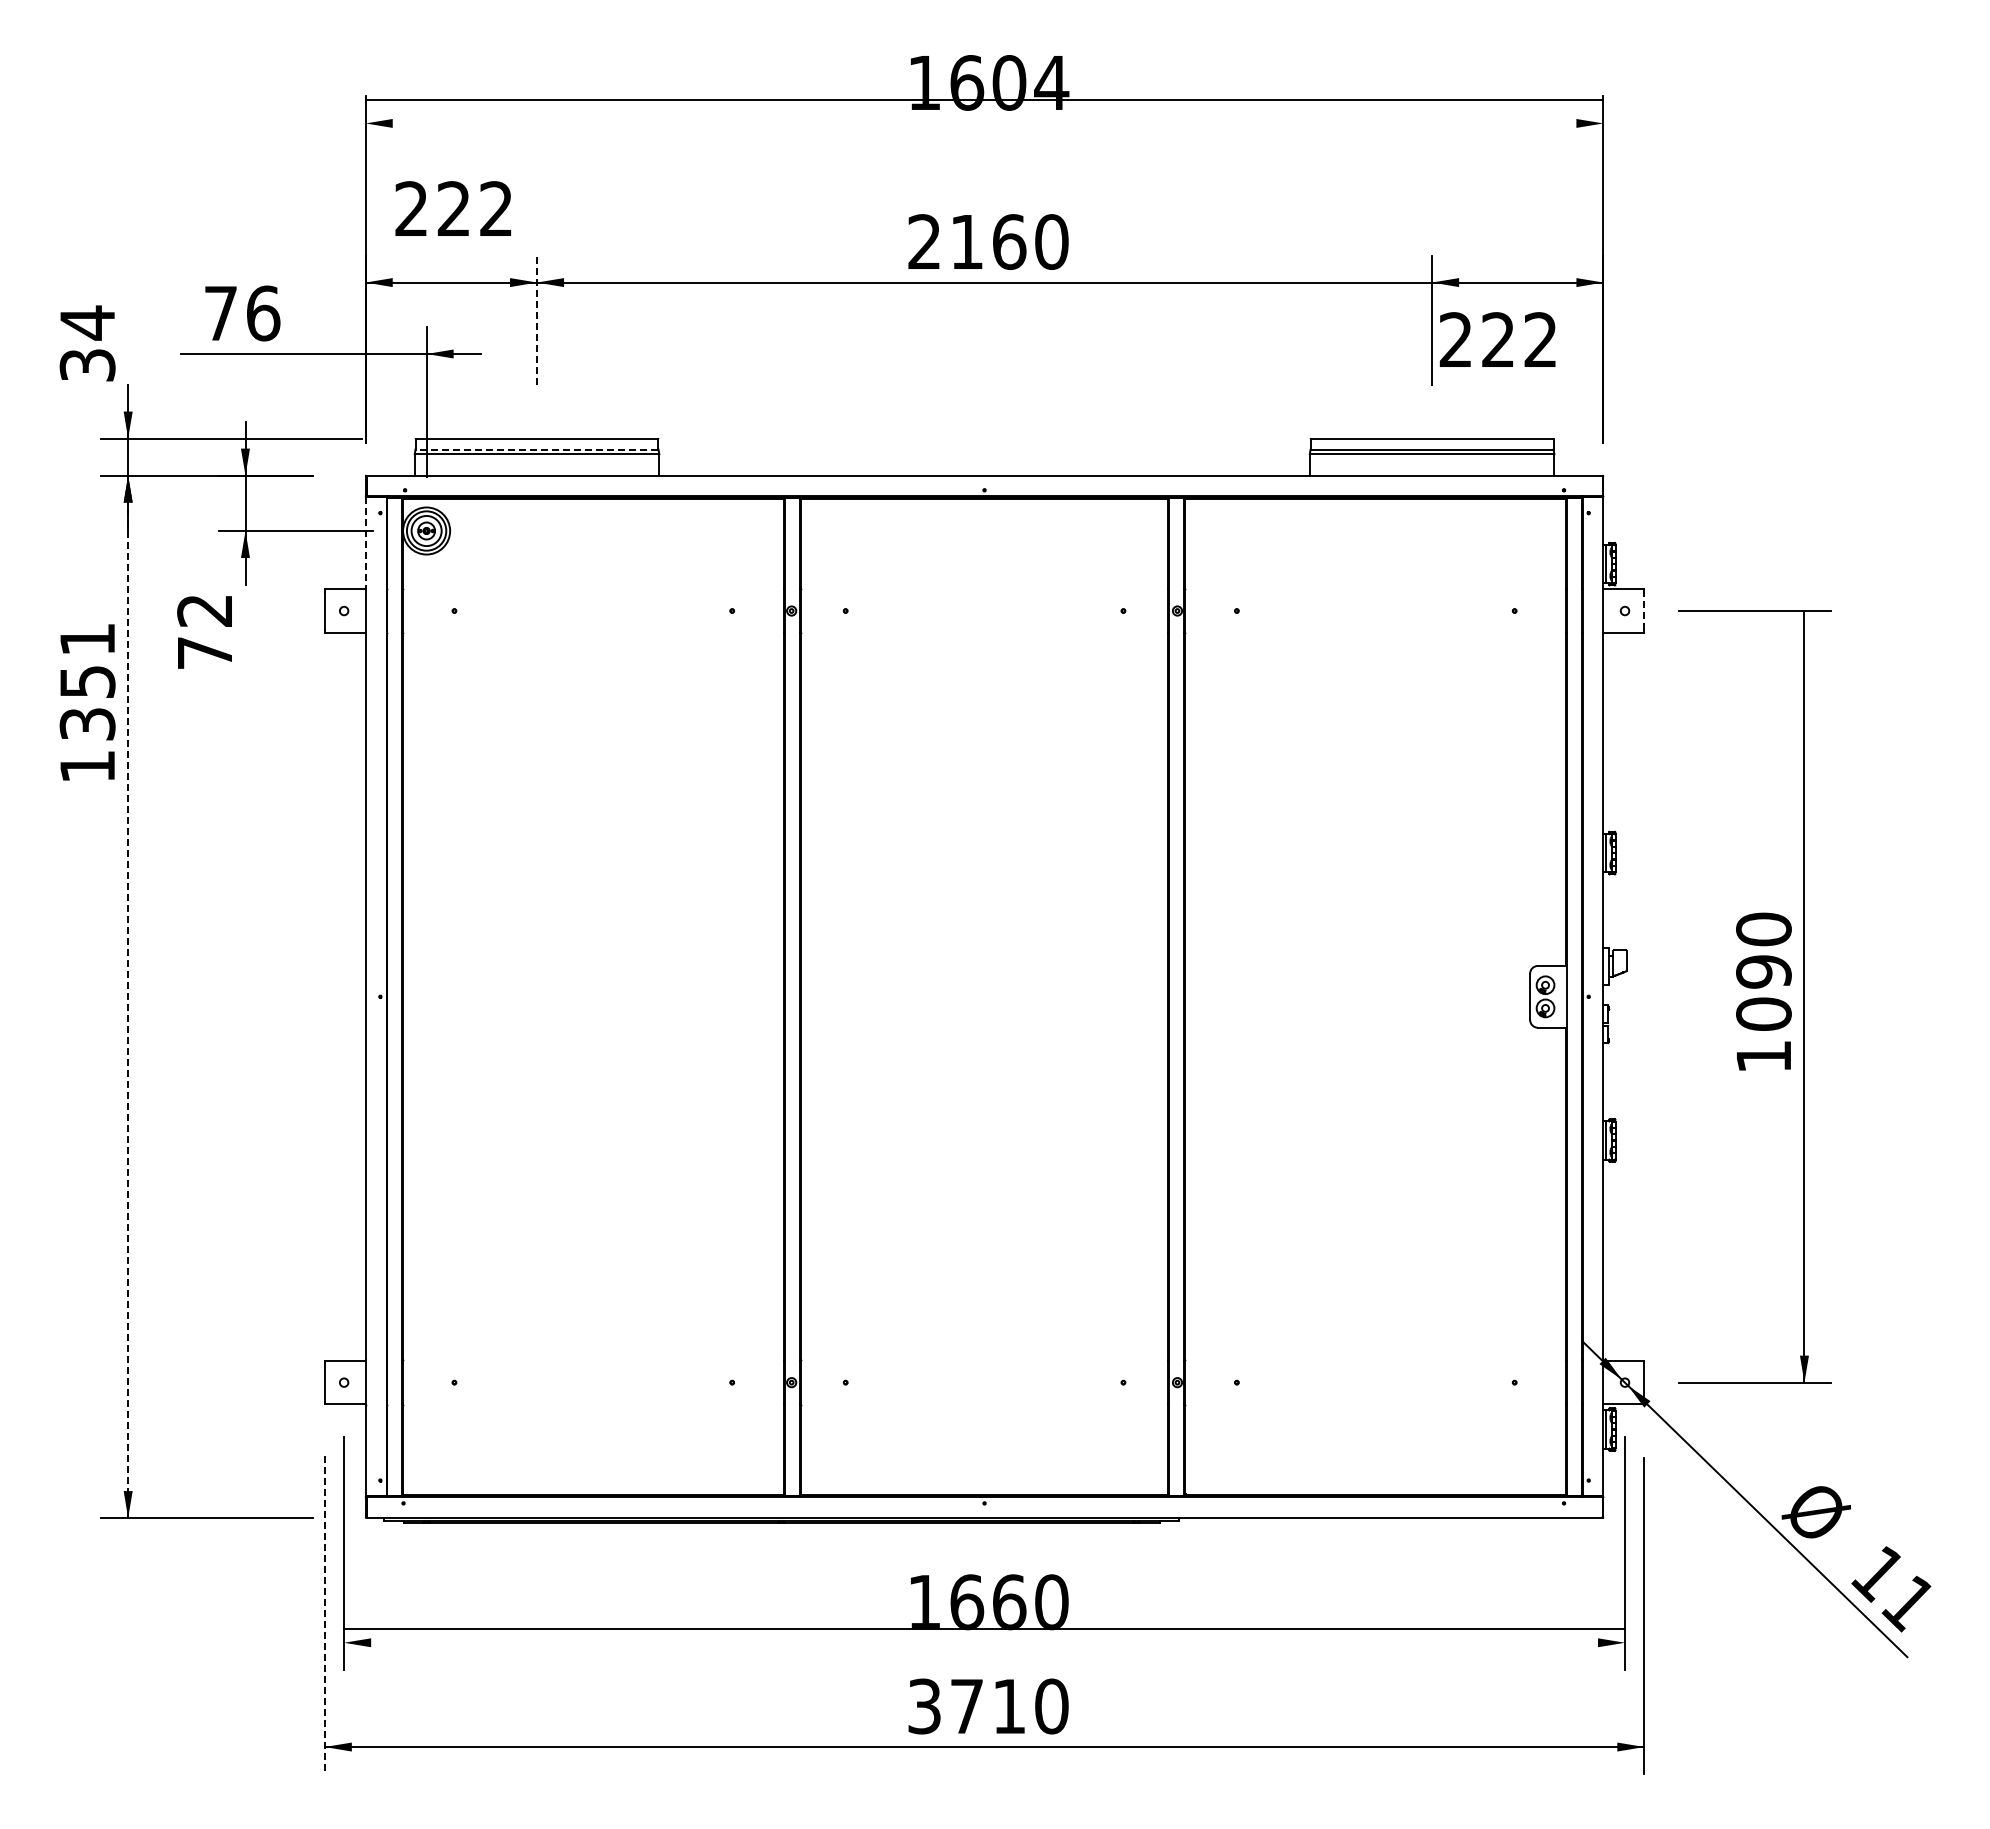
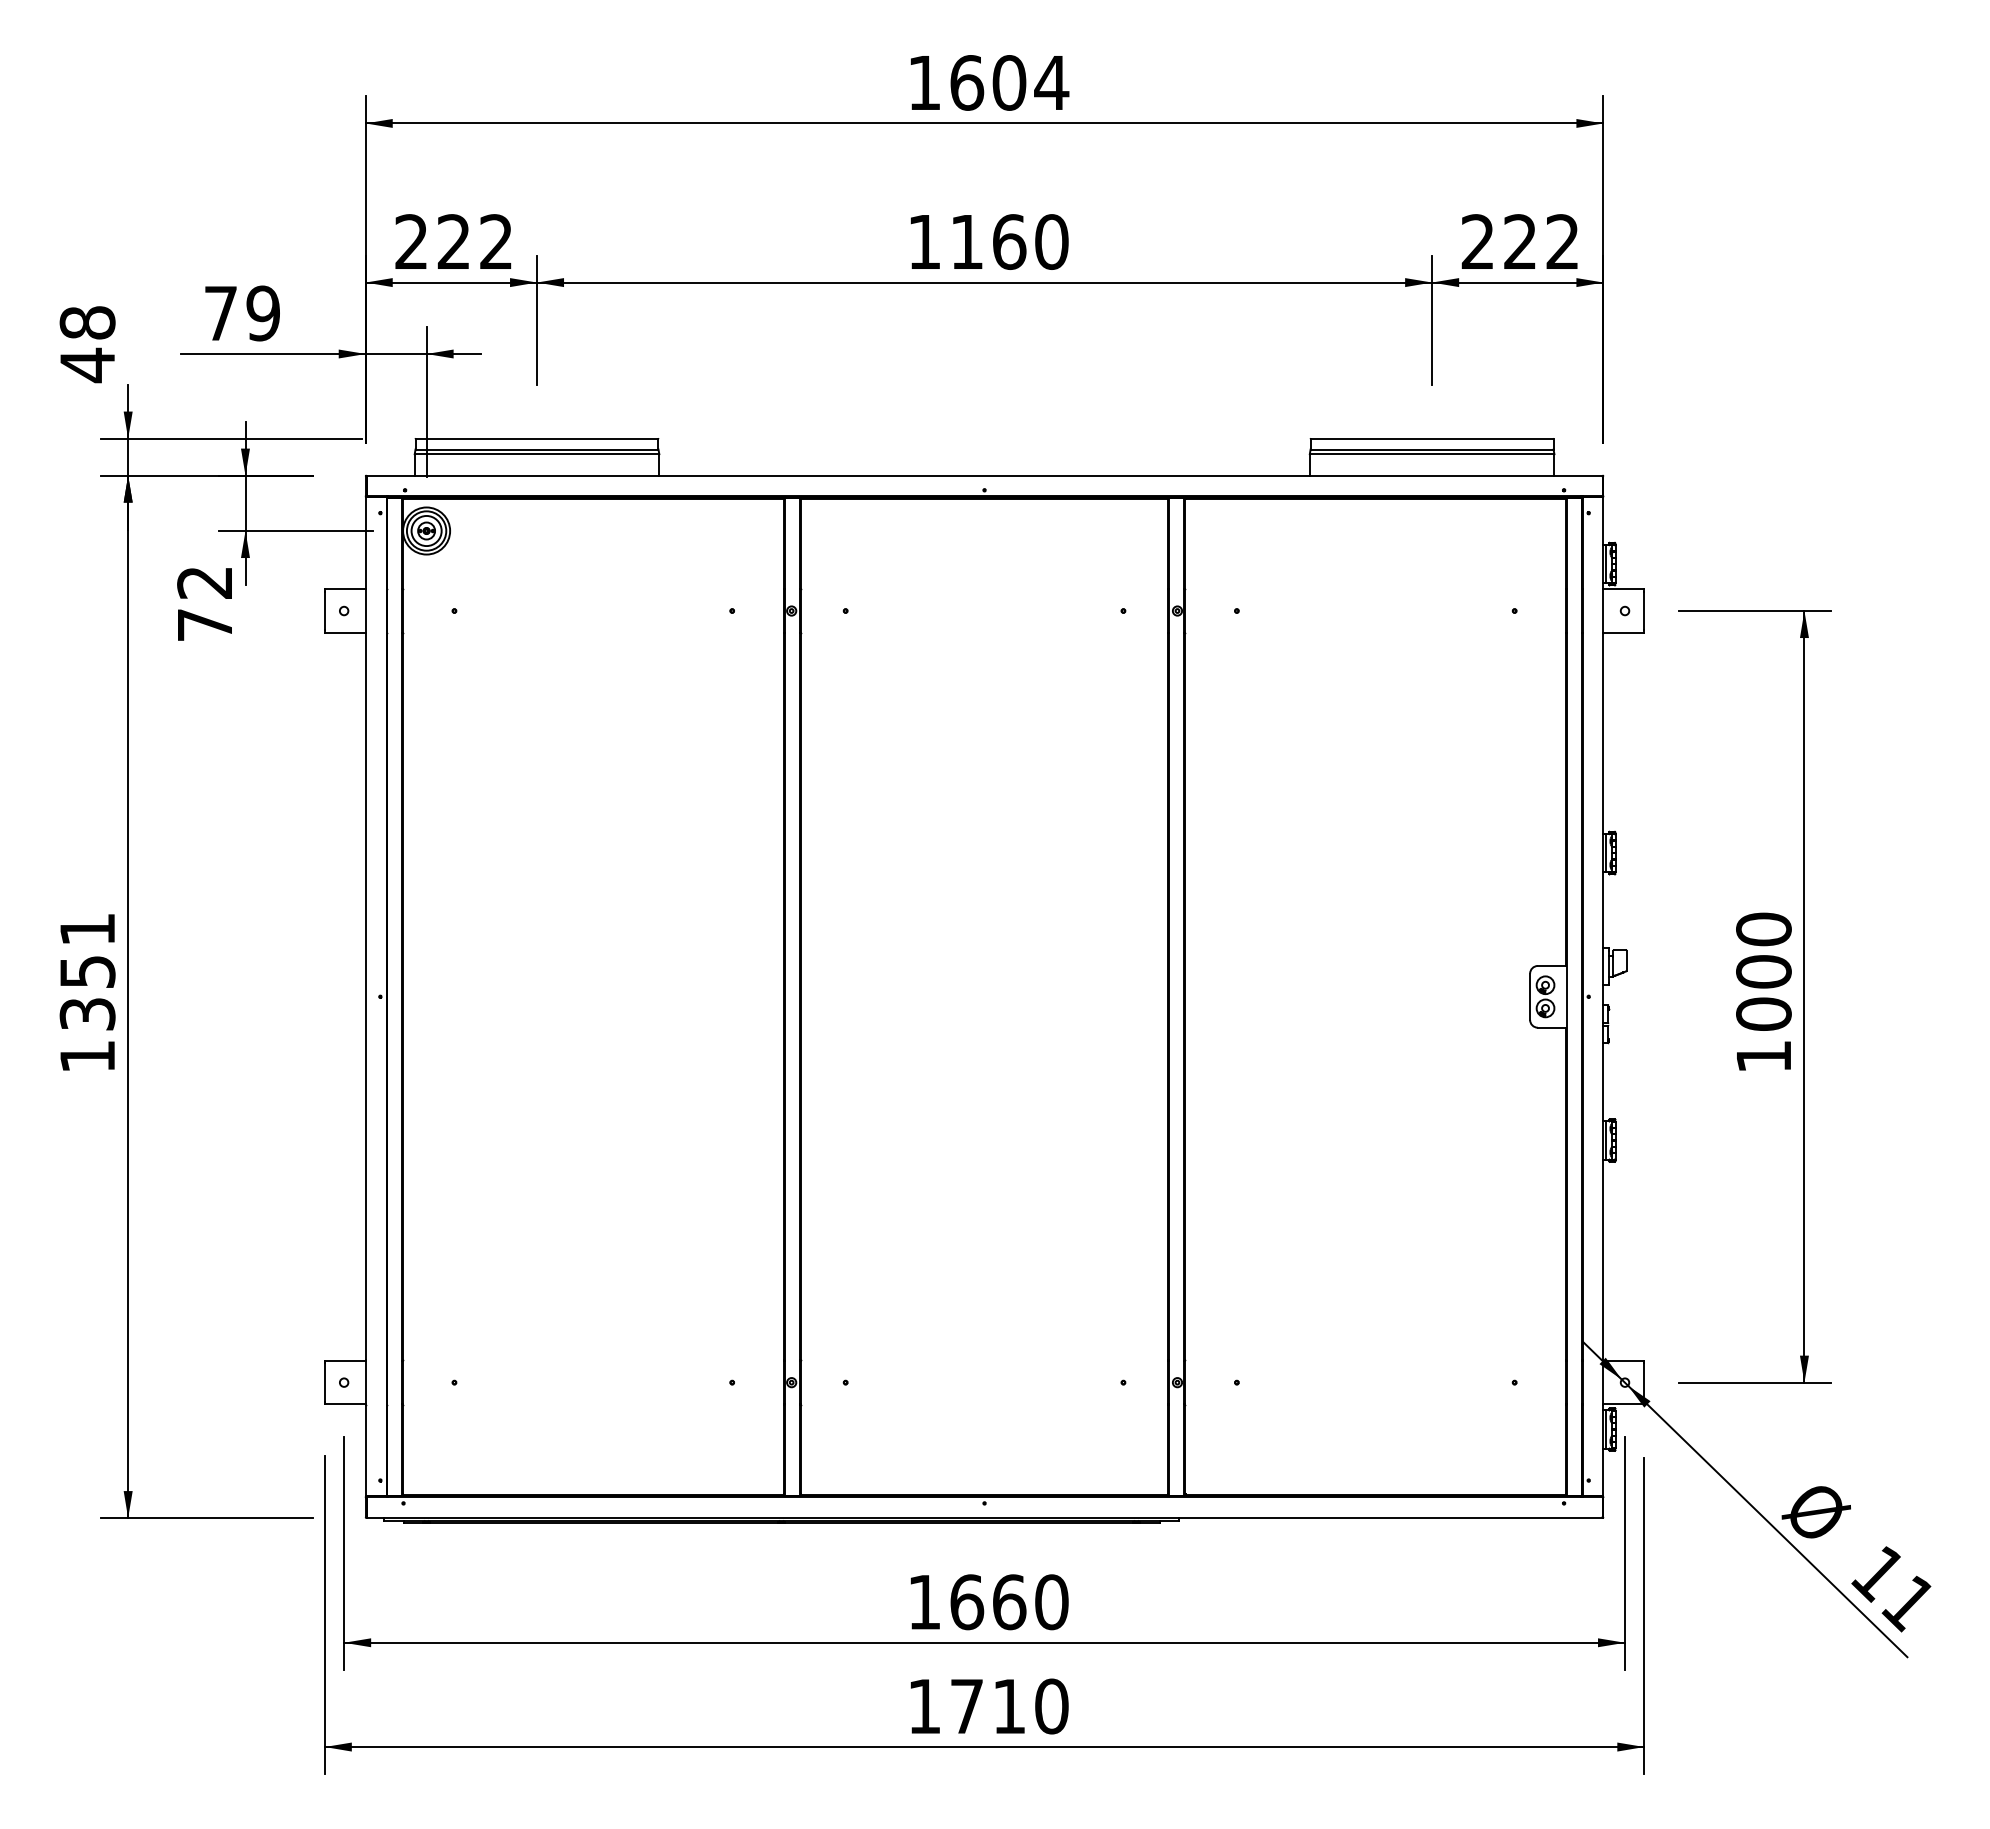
line at (984, 100) position: (984, 100) -> (984, 123)
text at (453, 208) position: (453, 208) -> (453, 241)
text at (923, 241): 2160 -> 1160
fill at (1418, 282): none -> present
text at (263, 313): 76 -> 79
line at (537, 320): dashed -> solid
text at (1497, 339) position: (1497, 339) -> (1519, 241)
text at (87, 344): 34 -> 48
fill at (351, 353): none -> present
line at (536, 449): dashed -> solid
line at (365, 542): dashed -> solid
line at (1644, 610): dashed -> solid
fill at (1803, 624): none -> present
text at (204, 632) position: (204, 632) -> (204, 604)
text at (87, 702) position: (87, 702) -> (87, 992)
text at (1763, 971): 1090 -> 1000
line at (128, 997): dashed -> solid
line at (324, 1615): dashed -> solid
line at (984, 1628) position: (984, 1628) -> (984, 1642)
text at (924, 1706): 3710 -> 1710
